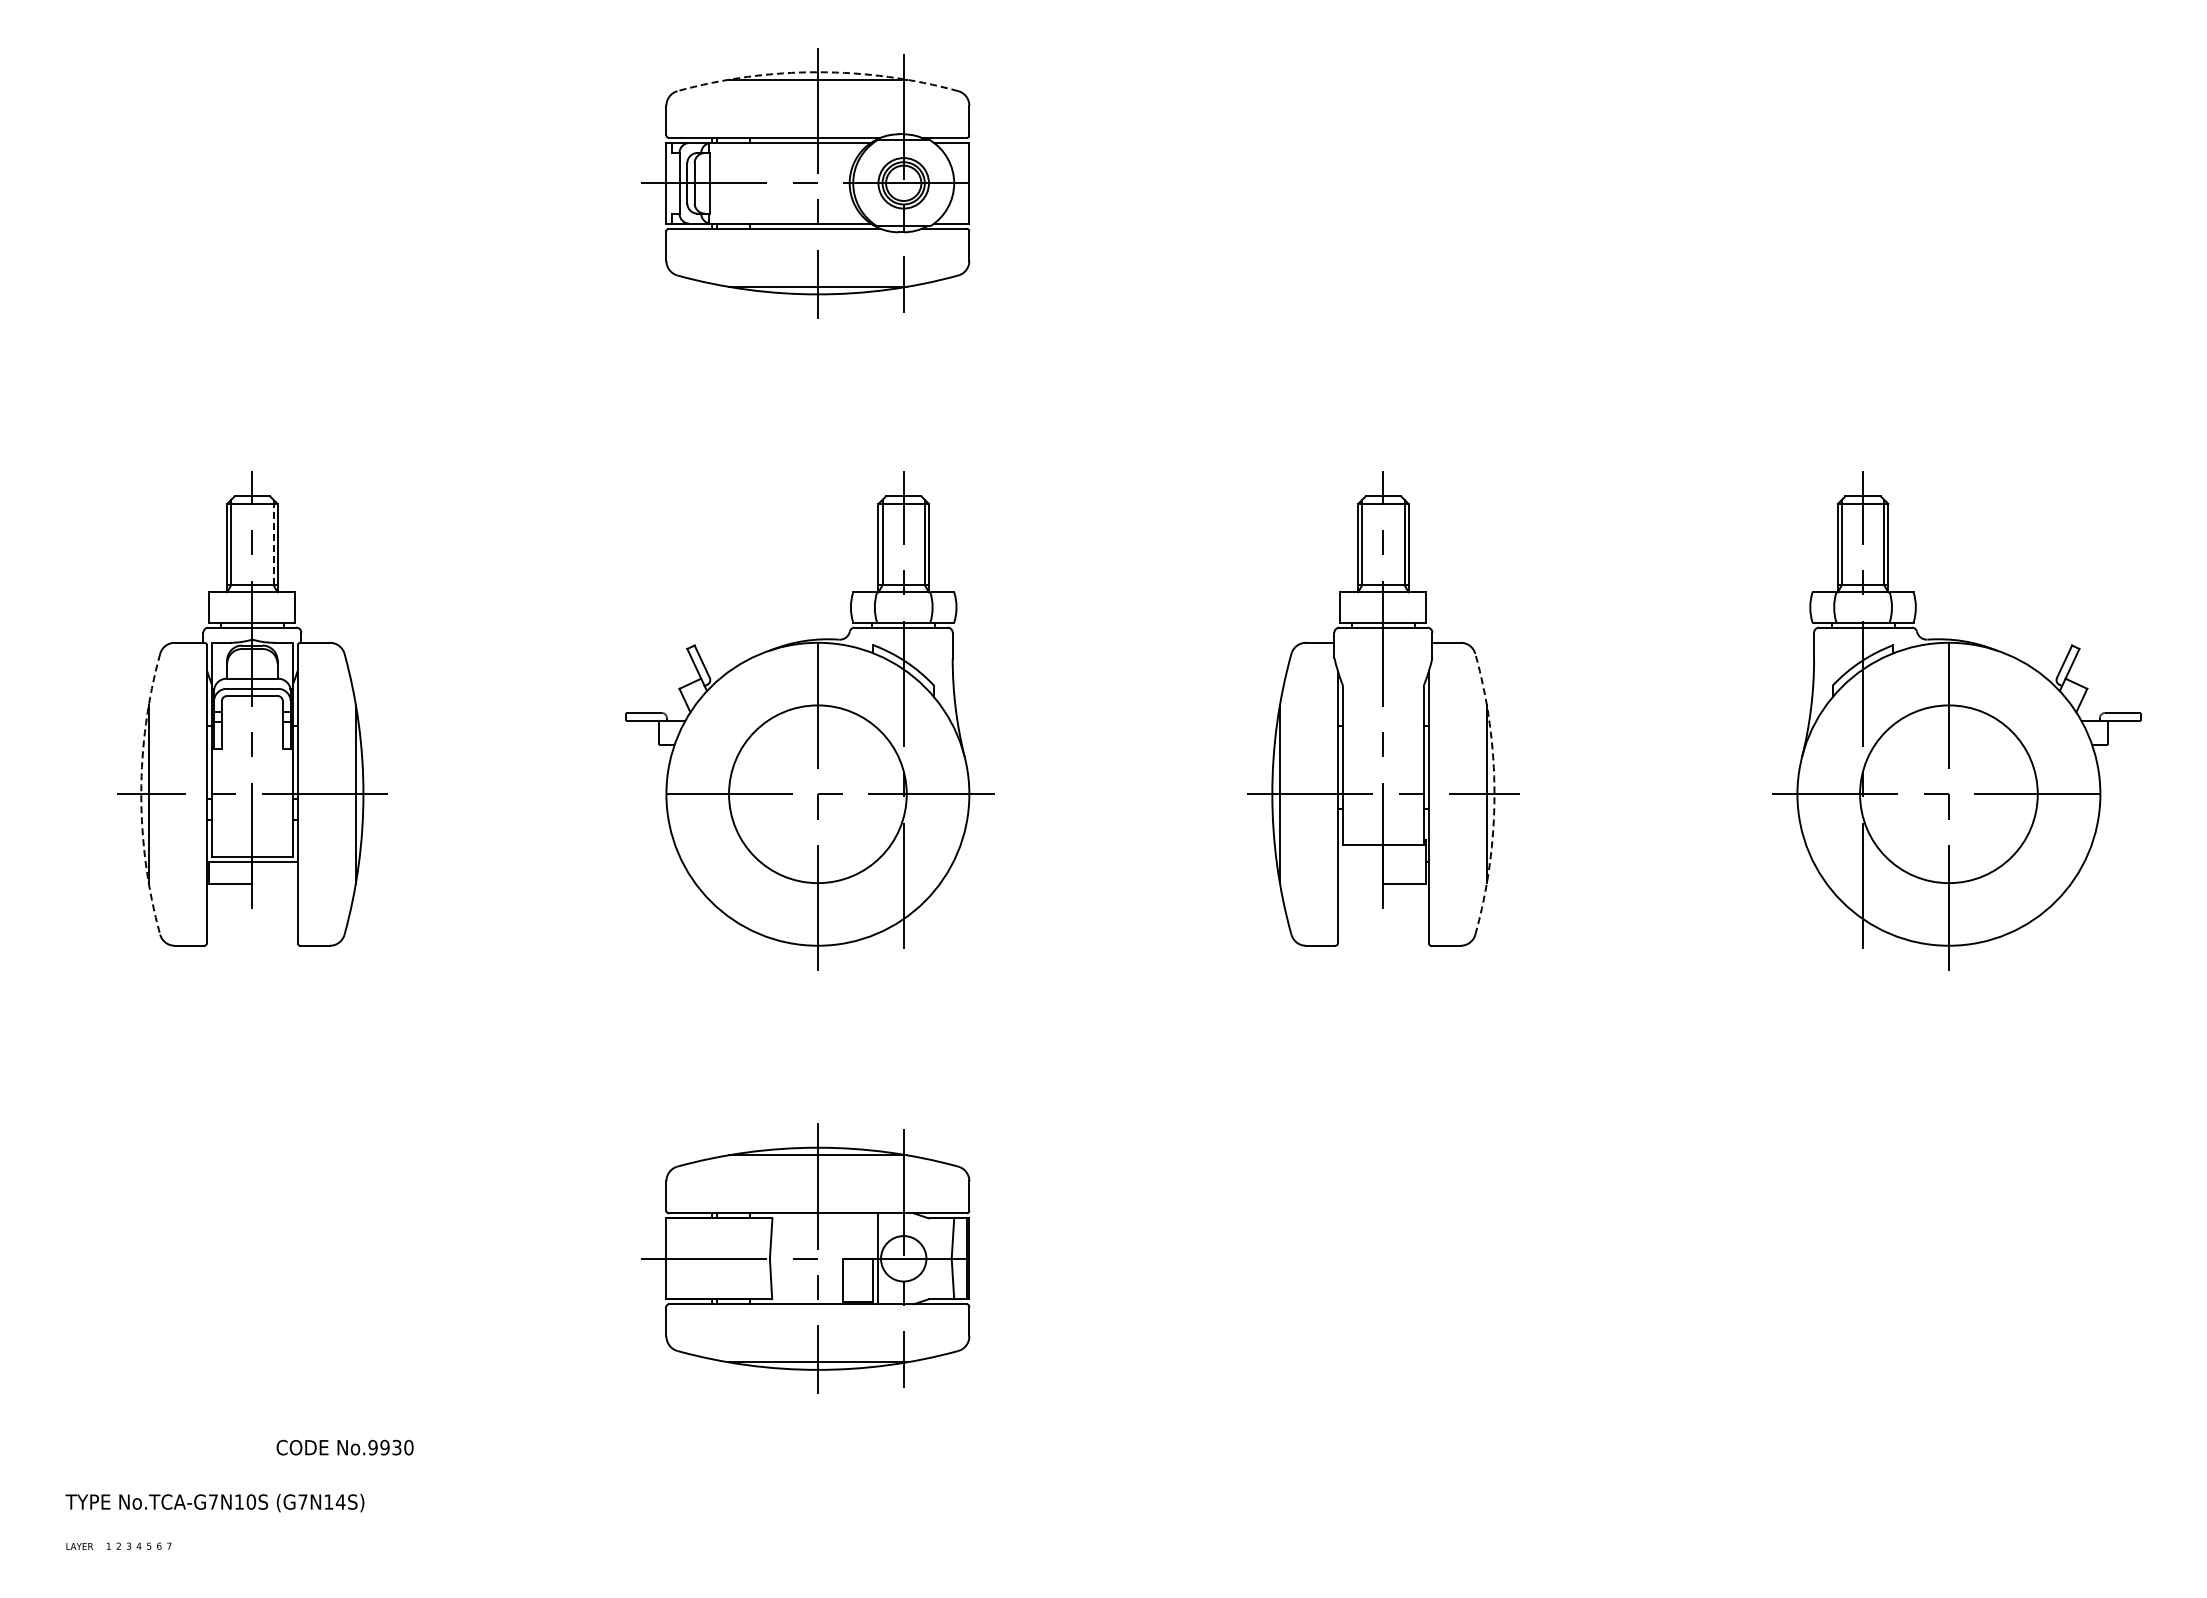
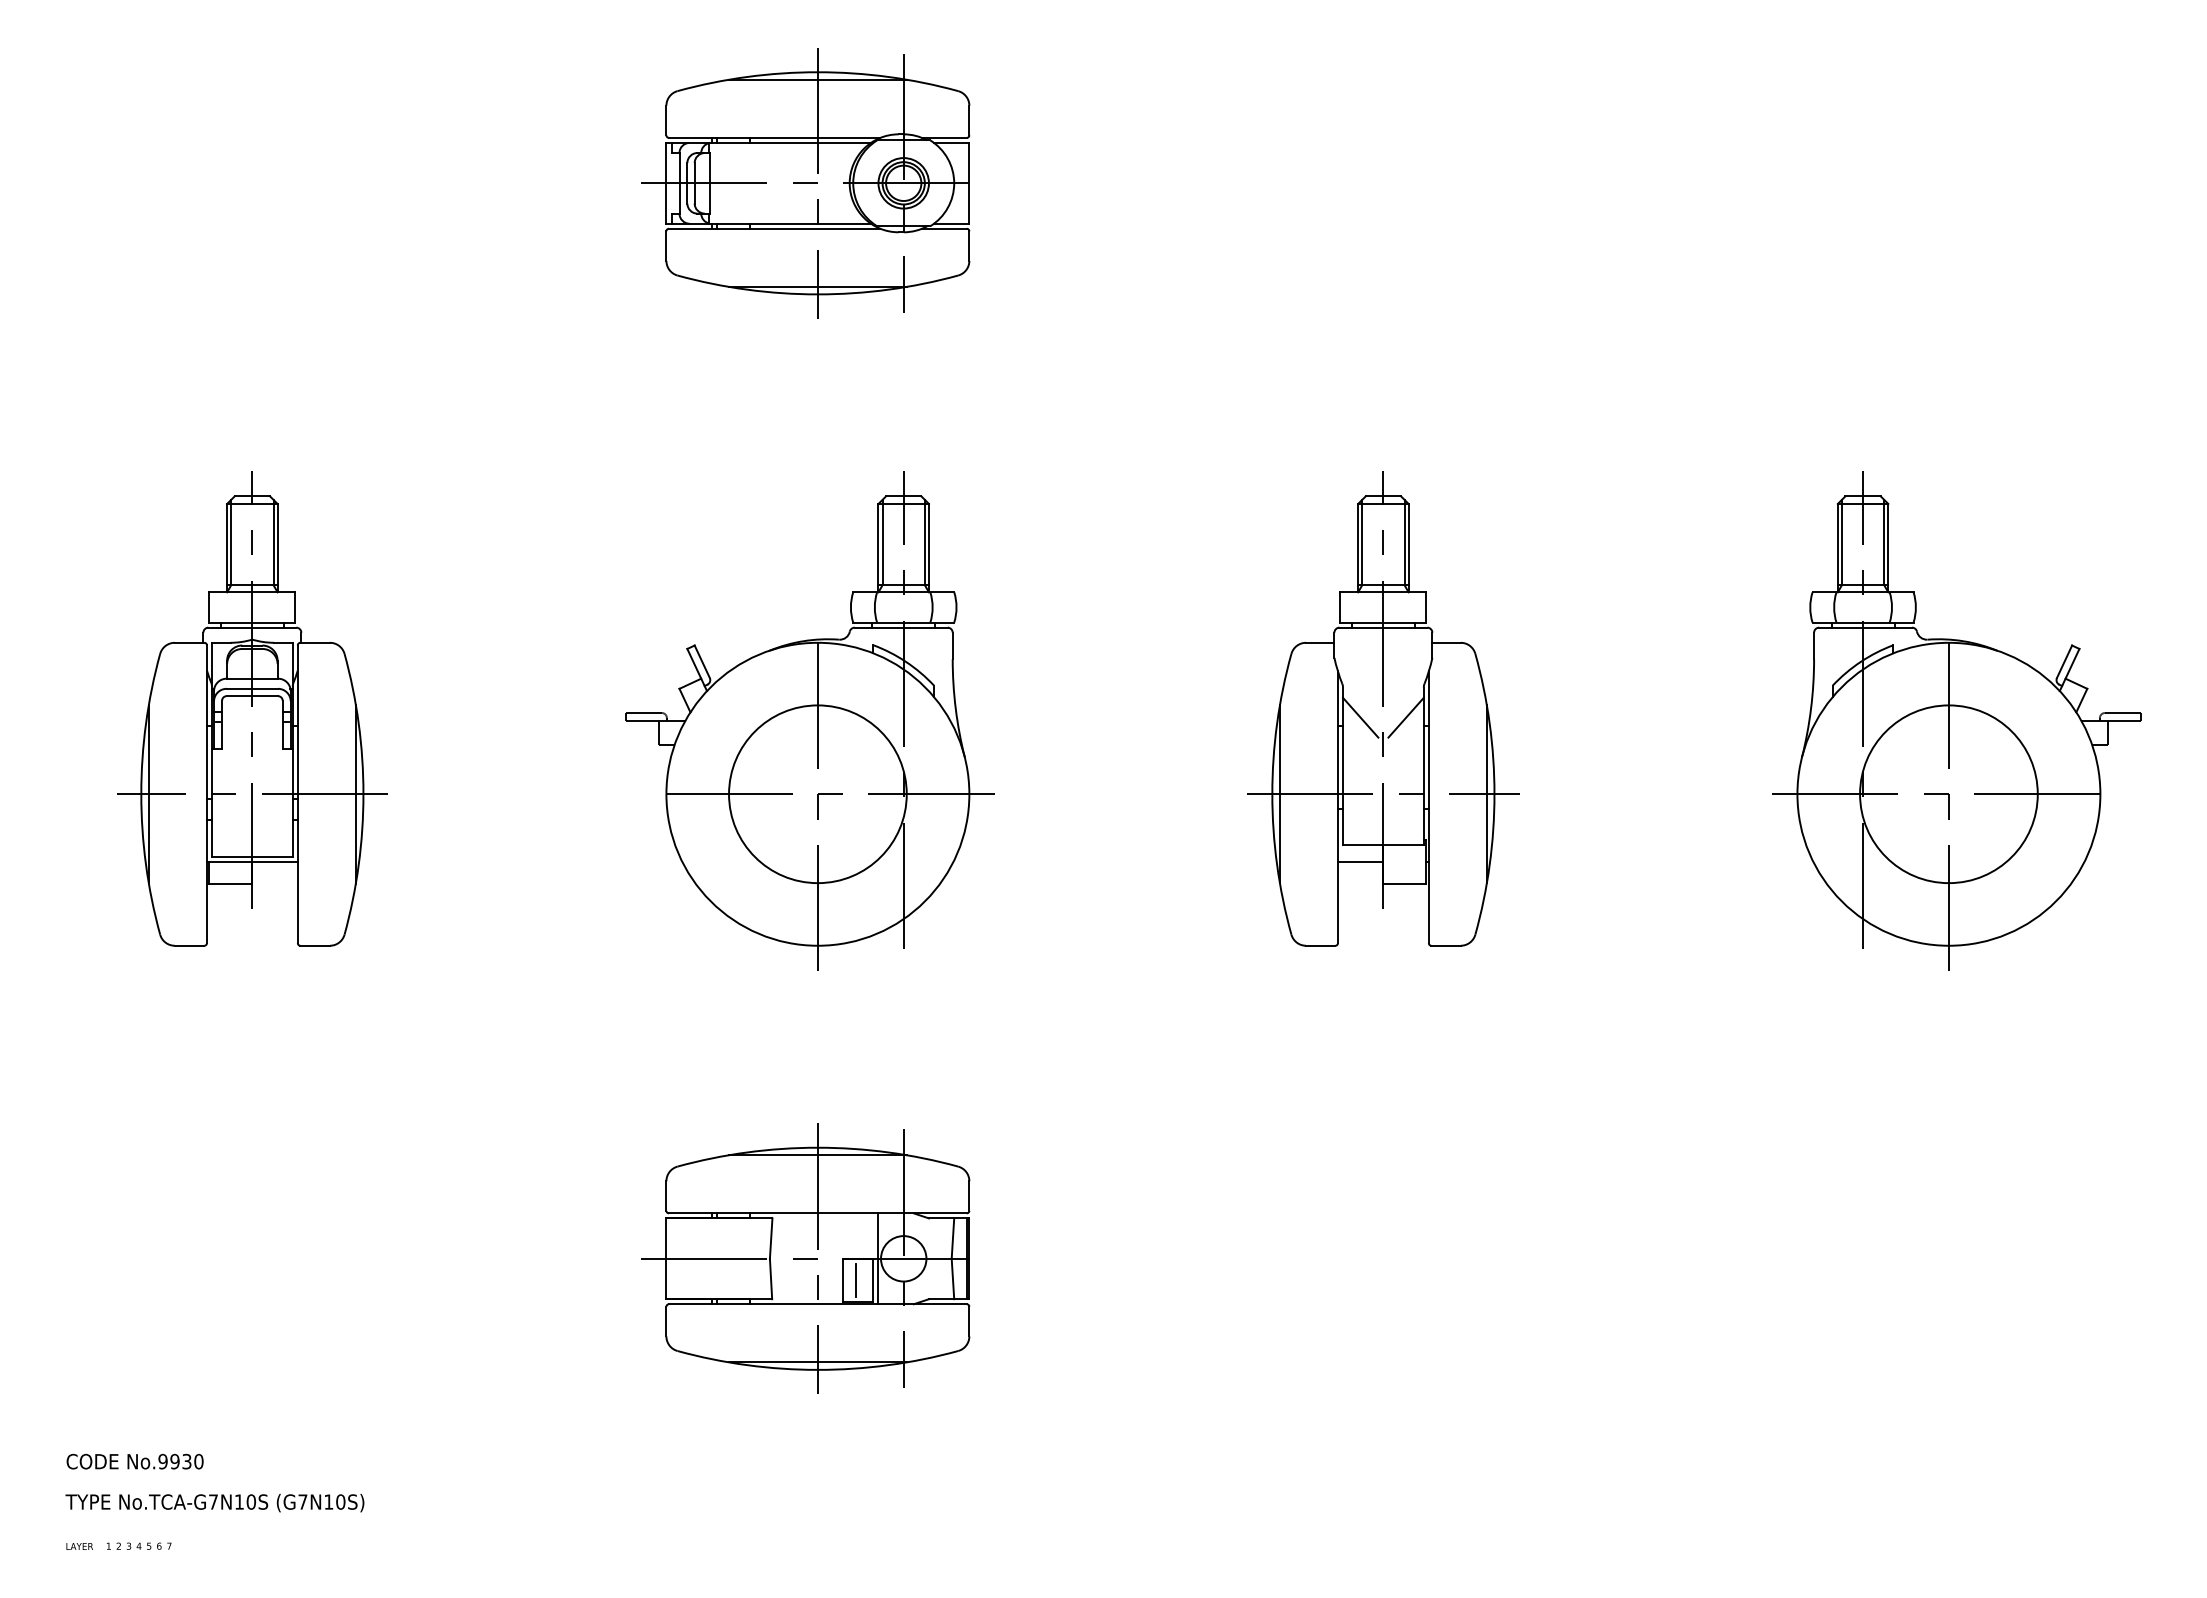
arc at (817, 72): dashed -> solid
line at (273, 542): dashed -> solid
line at (1360, 717): none -> present
line at (1405, 717): none -> present
arc at (141, 794): dashed -> solid
arc at (1494, 794): dashed -> solid
line at (1360, 862): none -> present
line at (855, 1279): none -> present
text at (344, 1447) position: (344, 1447) -> (134, 1461)
text at (340, 1501): (G7N14S) -> (G7N10S)
